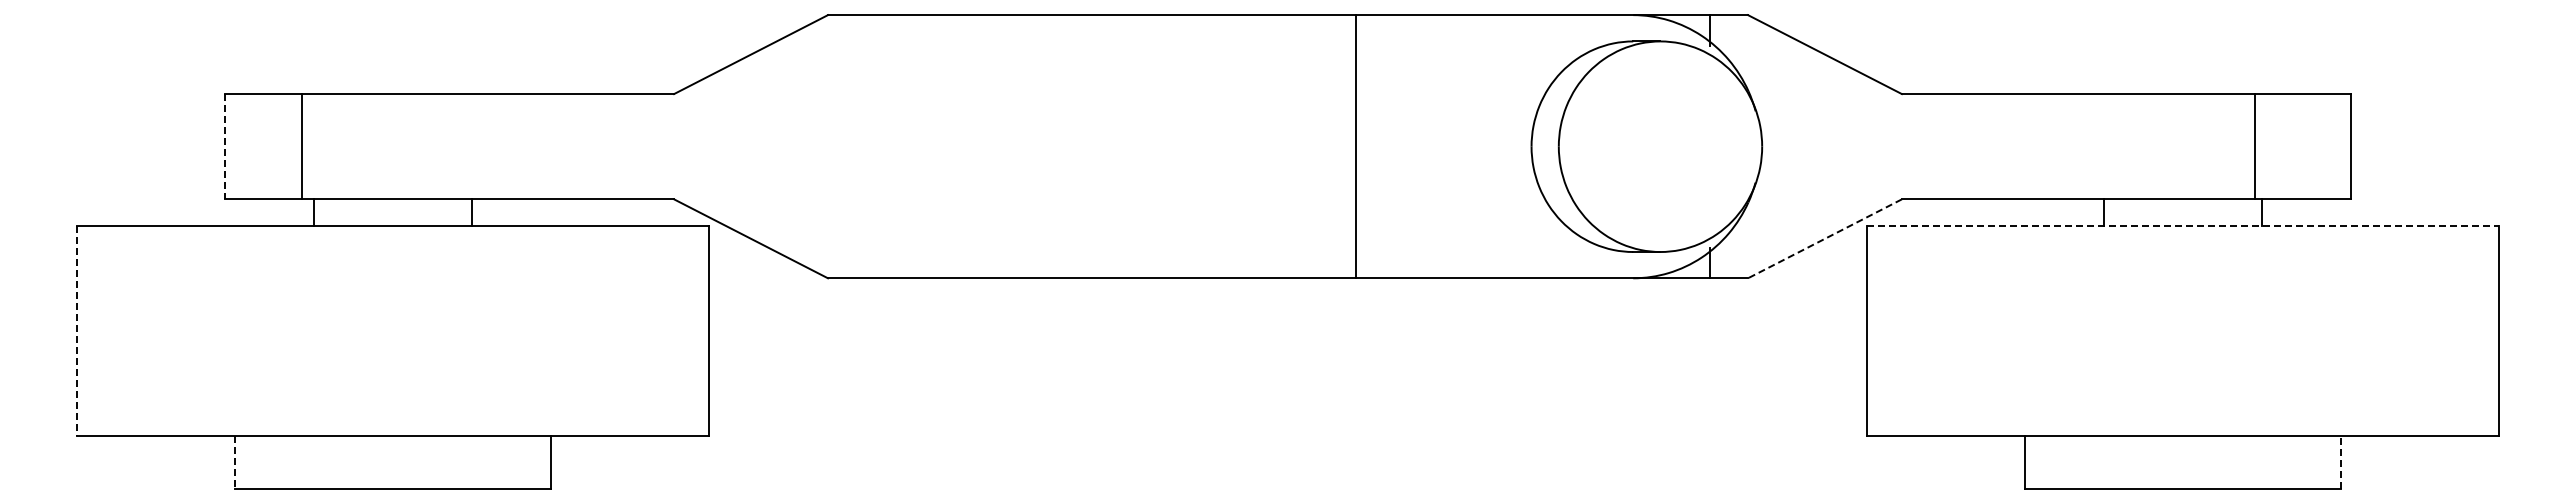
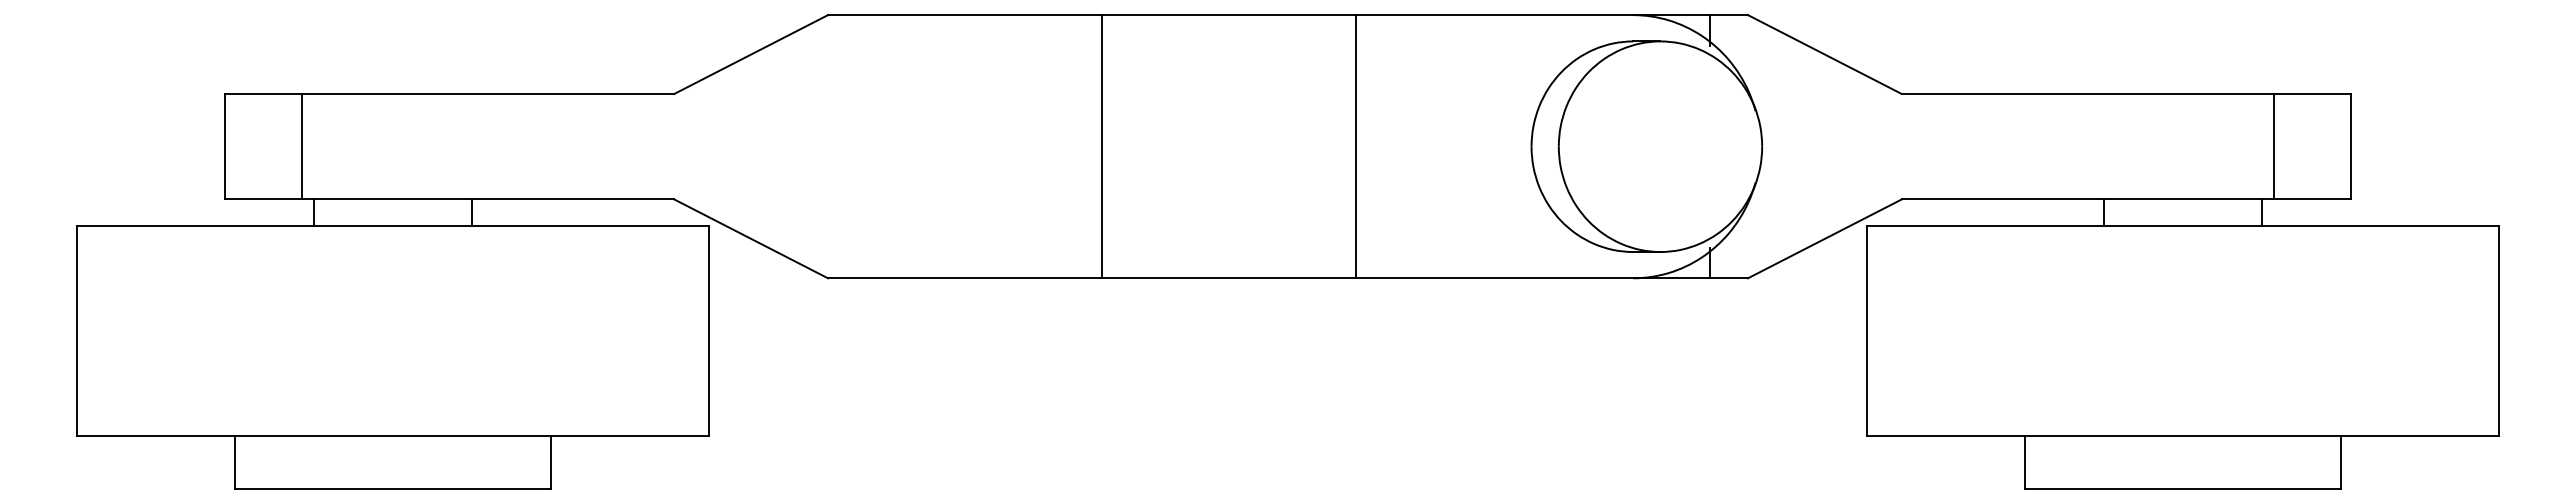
line at (225, 146): dashed -> solid
line at (1101, 146): none -> present
line at (2254, 146) position: (2254, 146) -> (2273, 146)
line at (2182, 225): dashed -> solid
line at (1824, 239): dashed -> solid
line at (77, 331): dashed -> solid
line at (2340, 462): dashed -> solid
line at (235, 463): dashed -> solid
